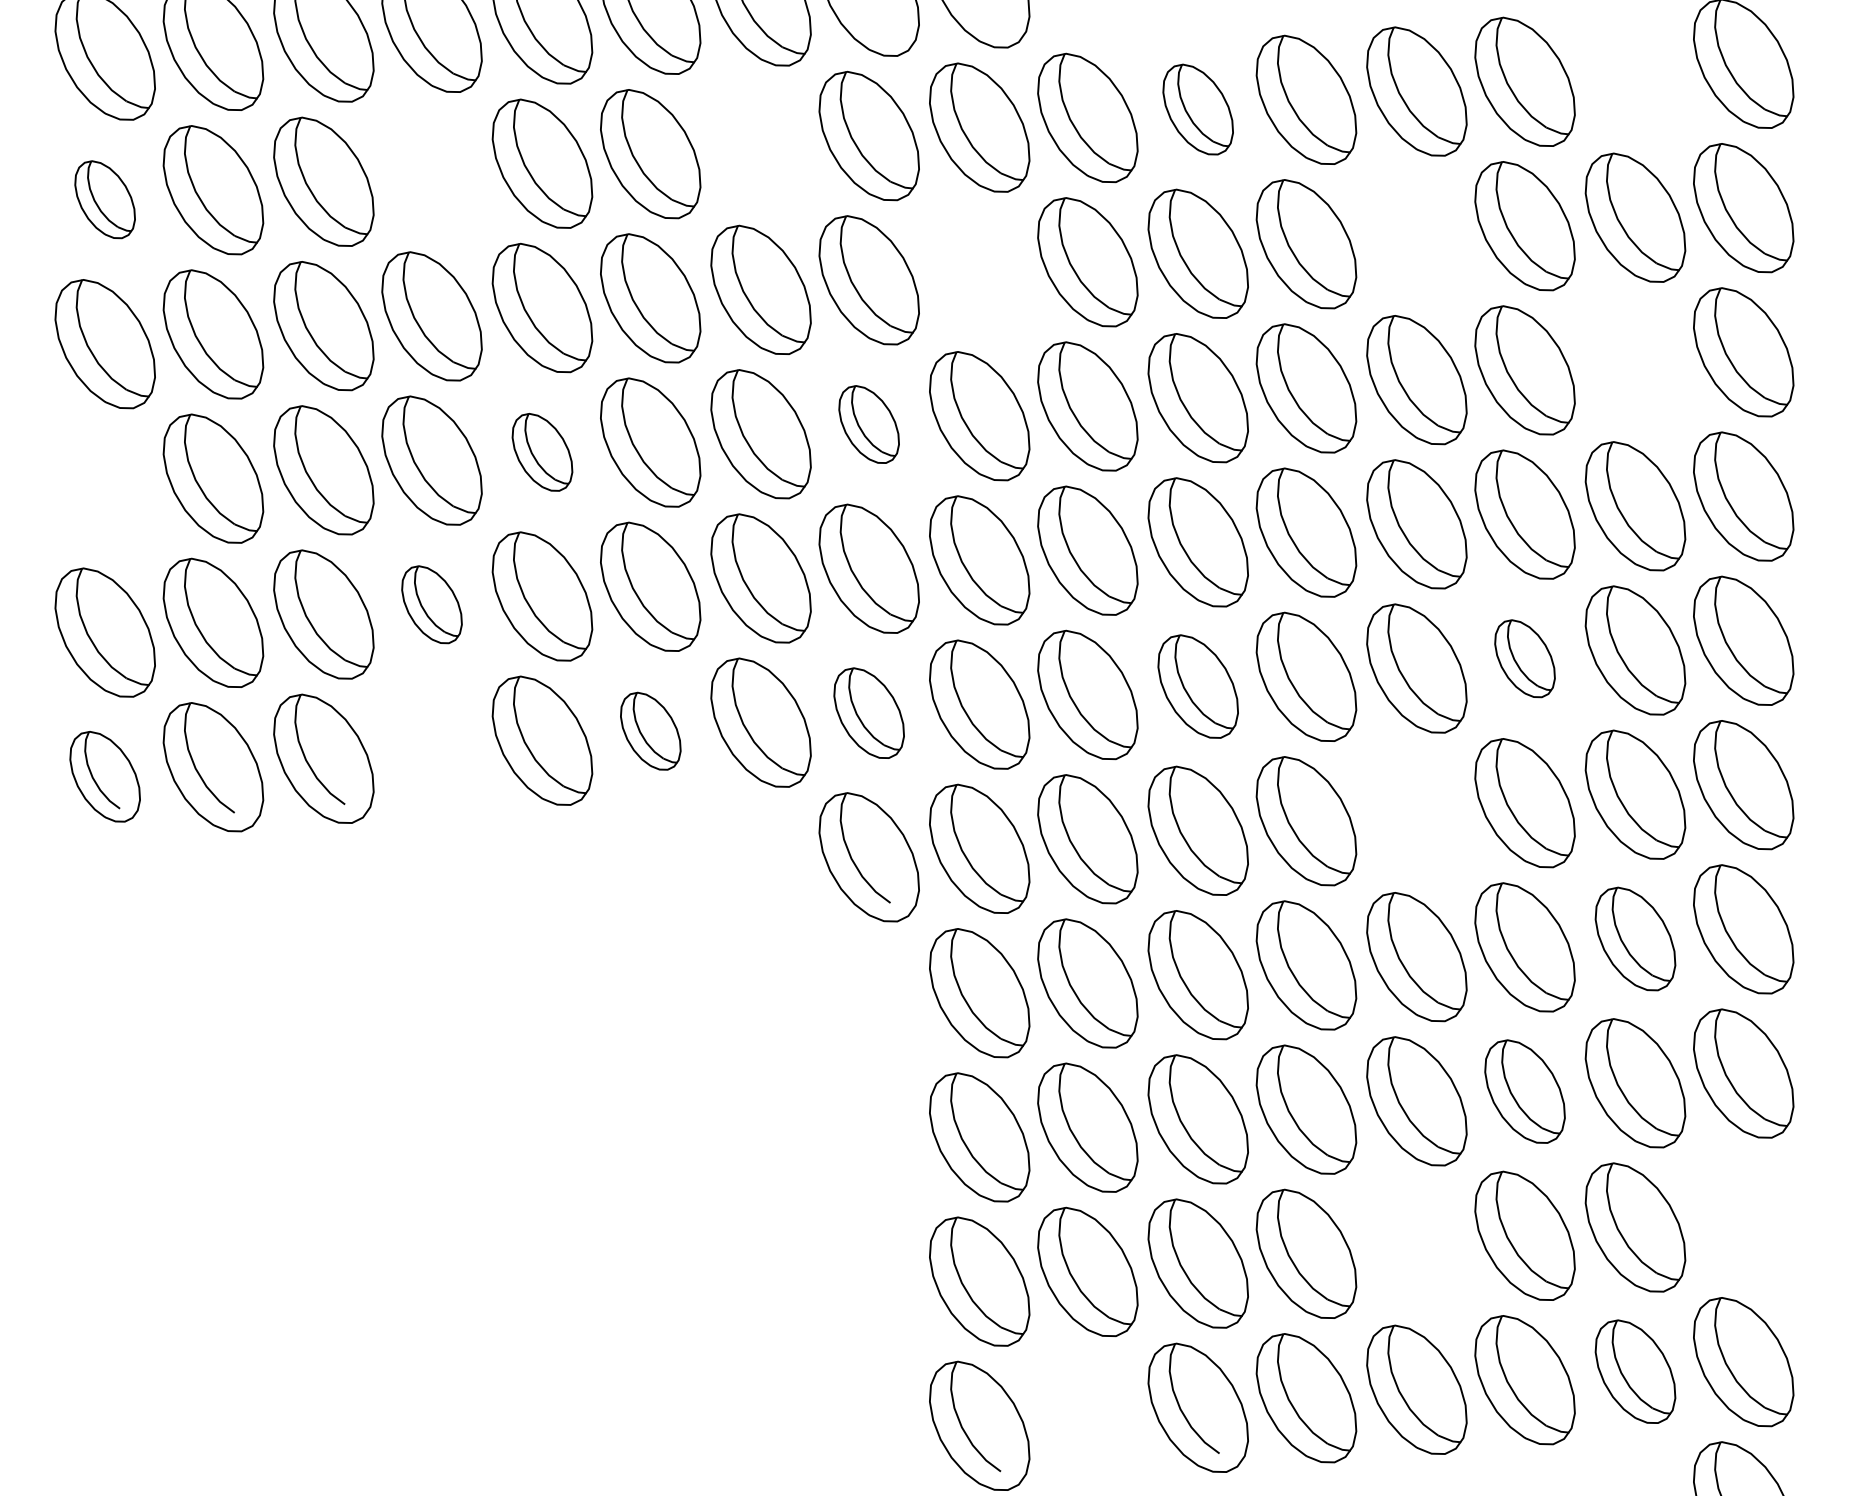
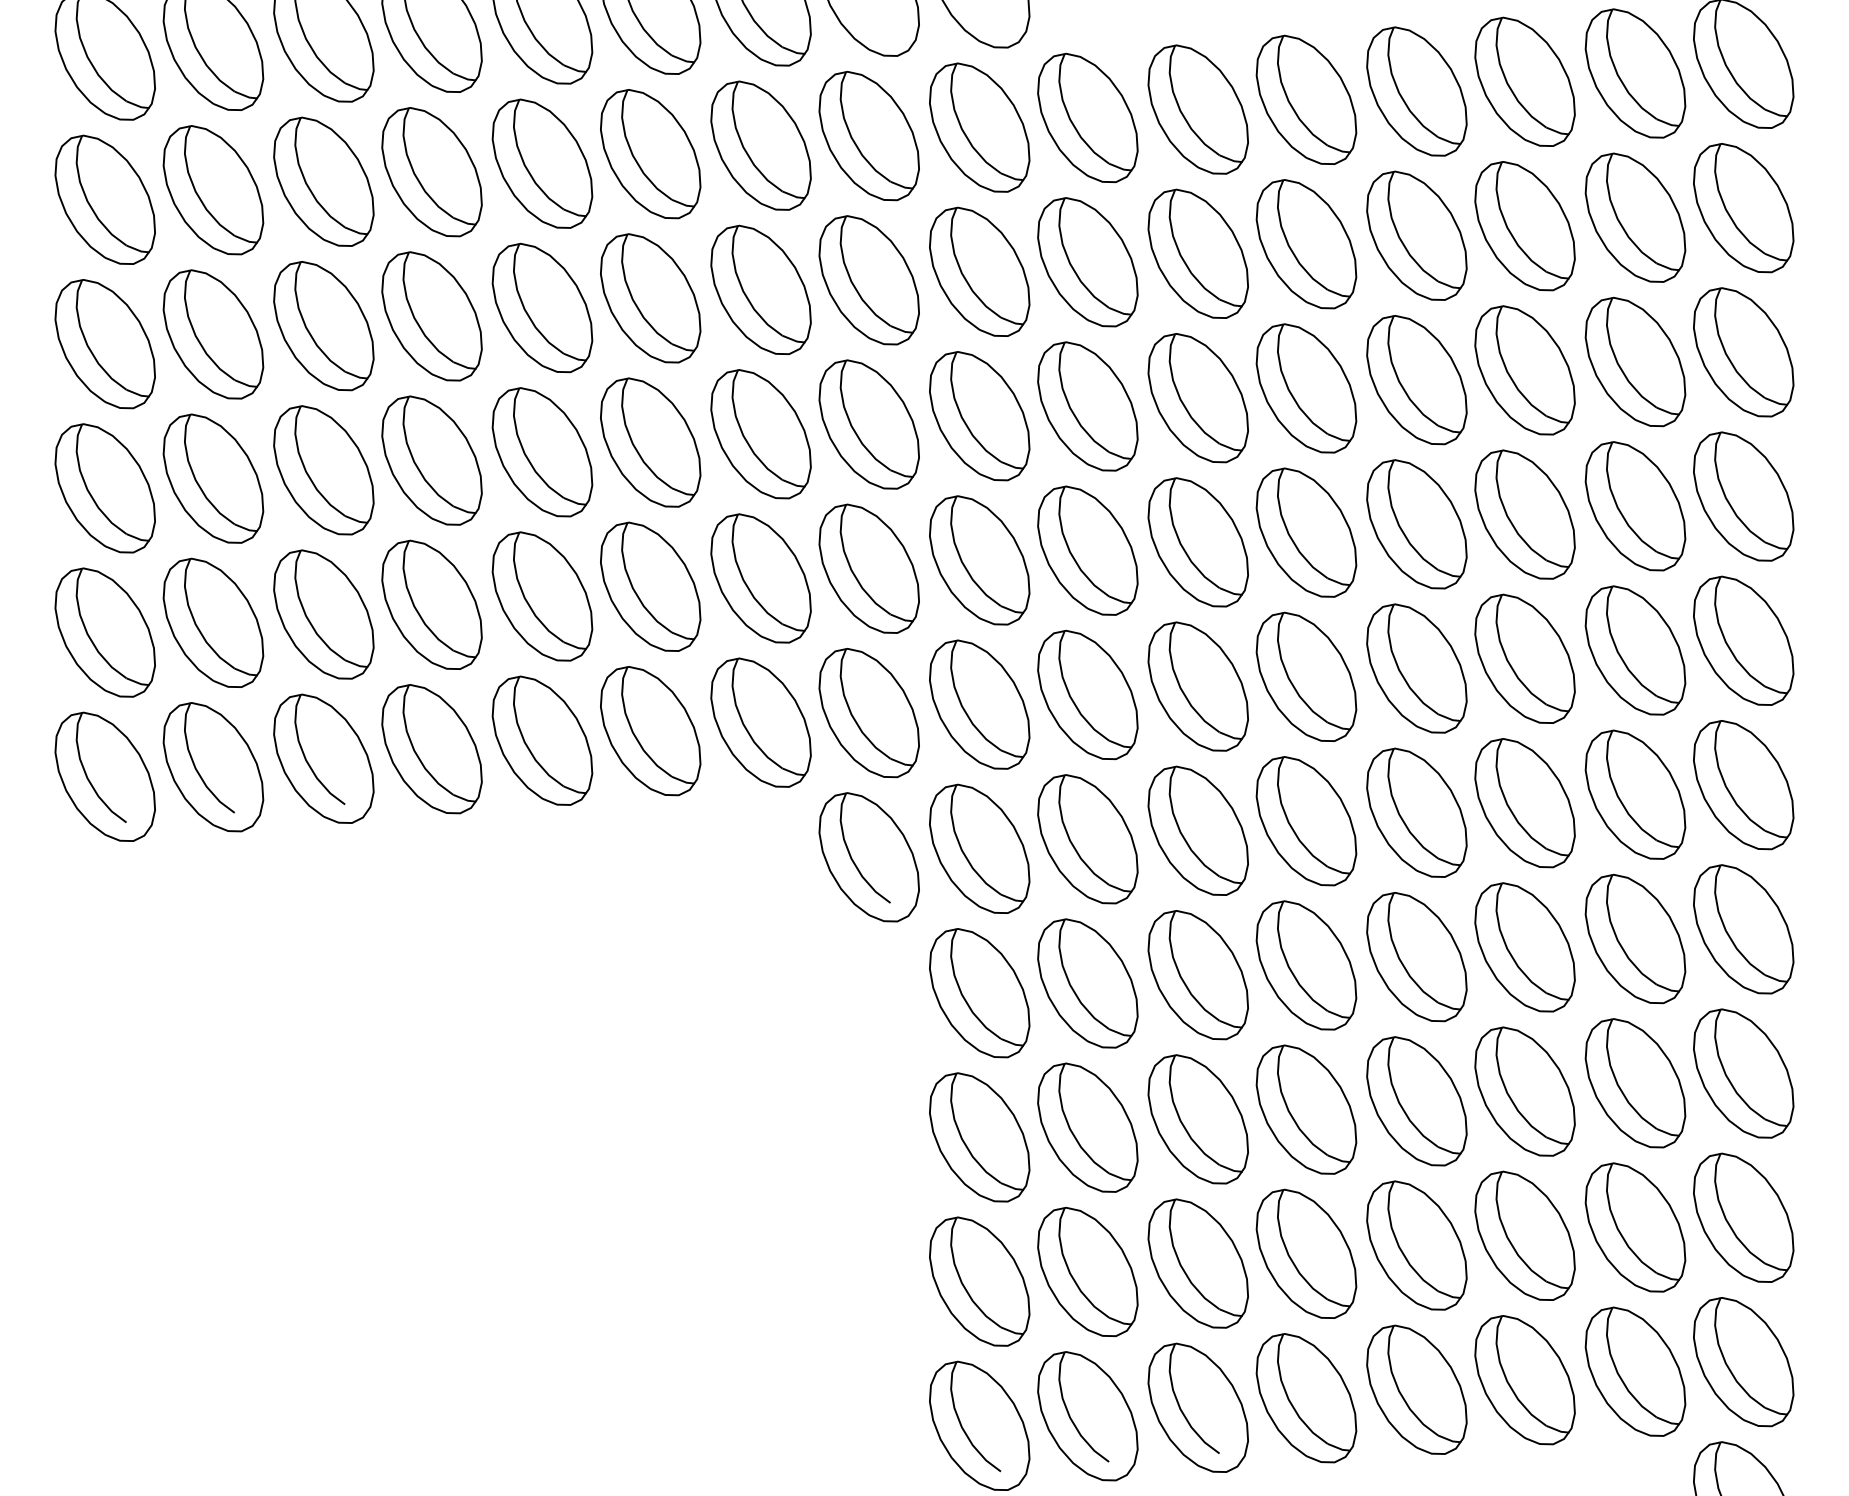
part at (1635, 73): none -> present
part at (1197, 109) size: 72x93 px -> 102x131 px
part at (760, 145): none -> present
part at (431, 172): none -> present
part at (104, 199) size: 62x80 px -> 102x131 px
part at (1416, 235): none -> present
part at (979, 271): none -> present
part at (1635, 361): none -> present
part at (868, 424) size: 62x79 px -> 102x131 px
part at (542, 452) size: 63x79 px -> 103x131 px
part at (104, 488): none -> present
part at (431, 604) size: 62x80 px -> 102x131 px
part at (1524, 658) size: 62x80 px -> 102x131 px
part at (1197, 686) size: 82x105 px -> 102x131 px
part at (868, 712) size: 72x92 px -> 102x131 px
part at (650, 730) size: 62x80 px -> 102x131 px
part at (431, 749): none -> present
part at (104, 776) size: 72x92 px -> 102x131 px
part at (1416, 812): none -> present
part at (1635, 938) size: 83x106 px -> 103x132 px
part at (1524, 1091) size: 82x105 px -> 102x131 px
part at (1743, 1217): none -> present
part at (1416, 1245): none -> present
part at (1635, 1371) size: 83x105 px -> 103x131 px
part at (1087, 1416): none -> present
